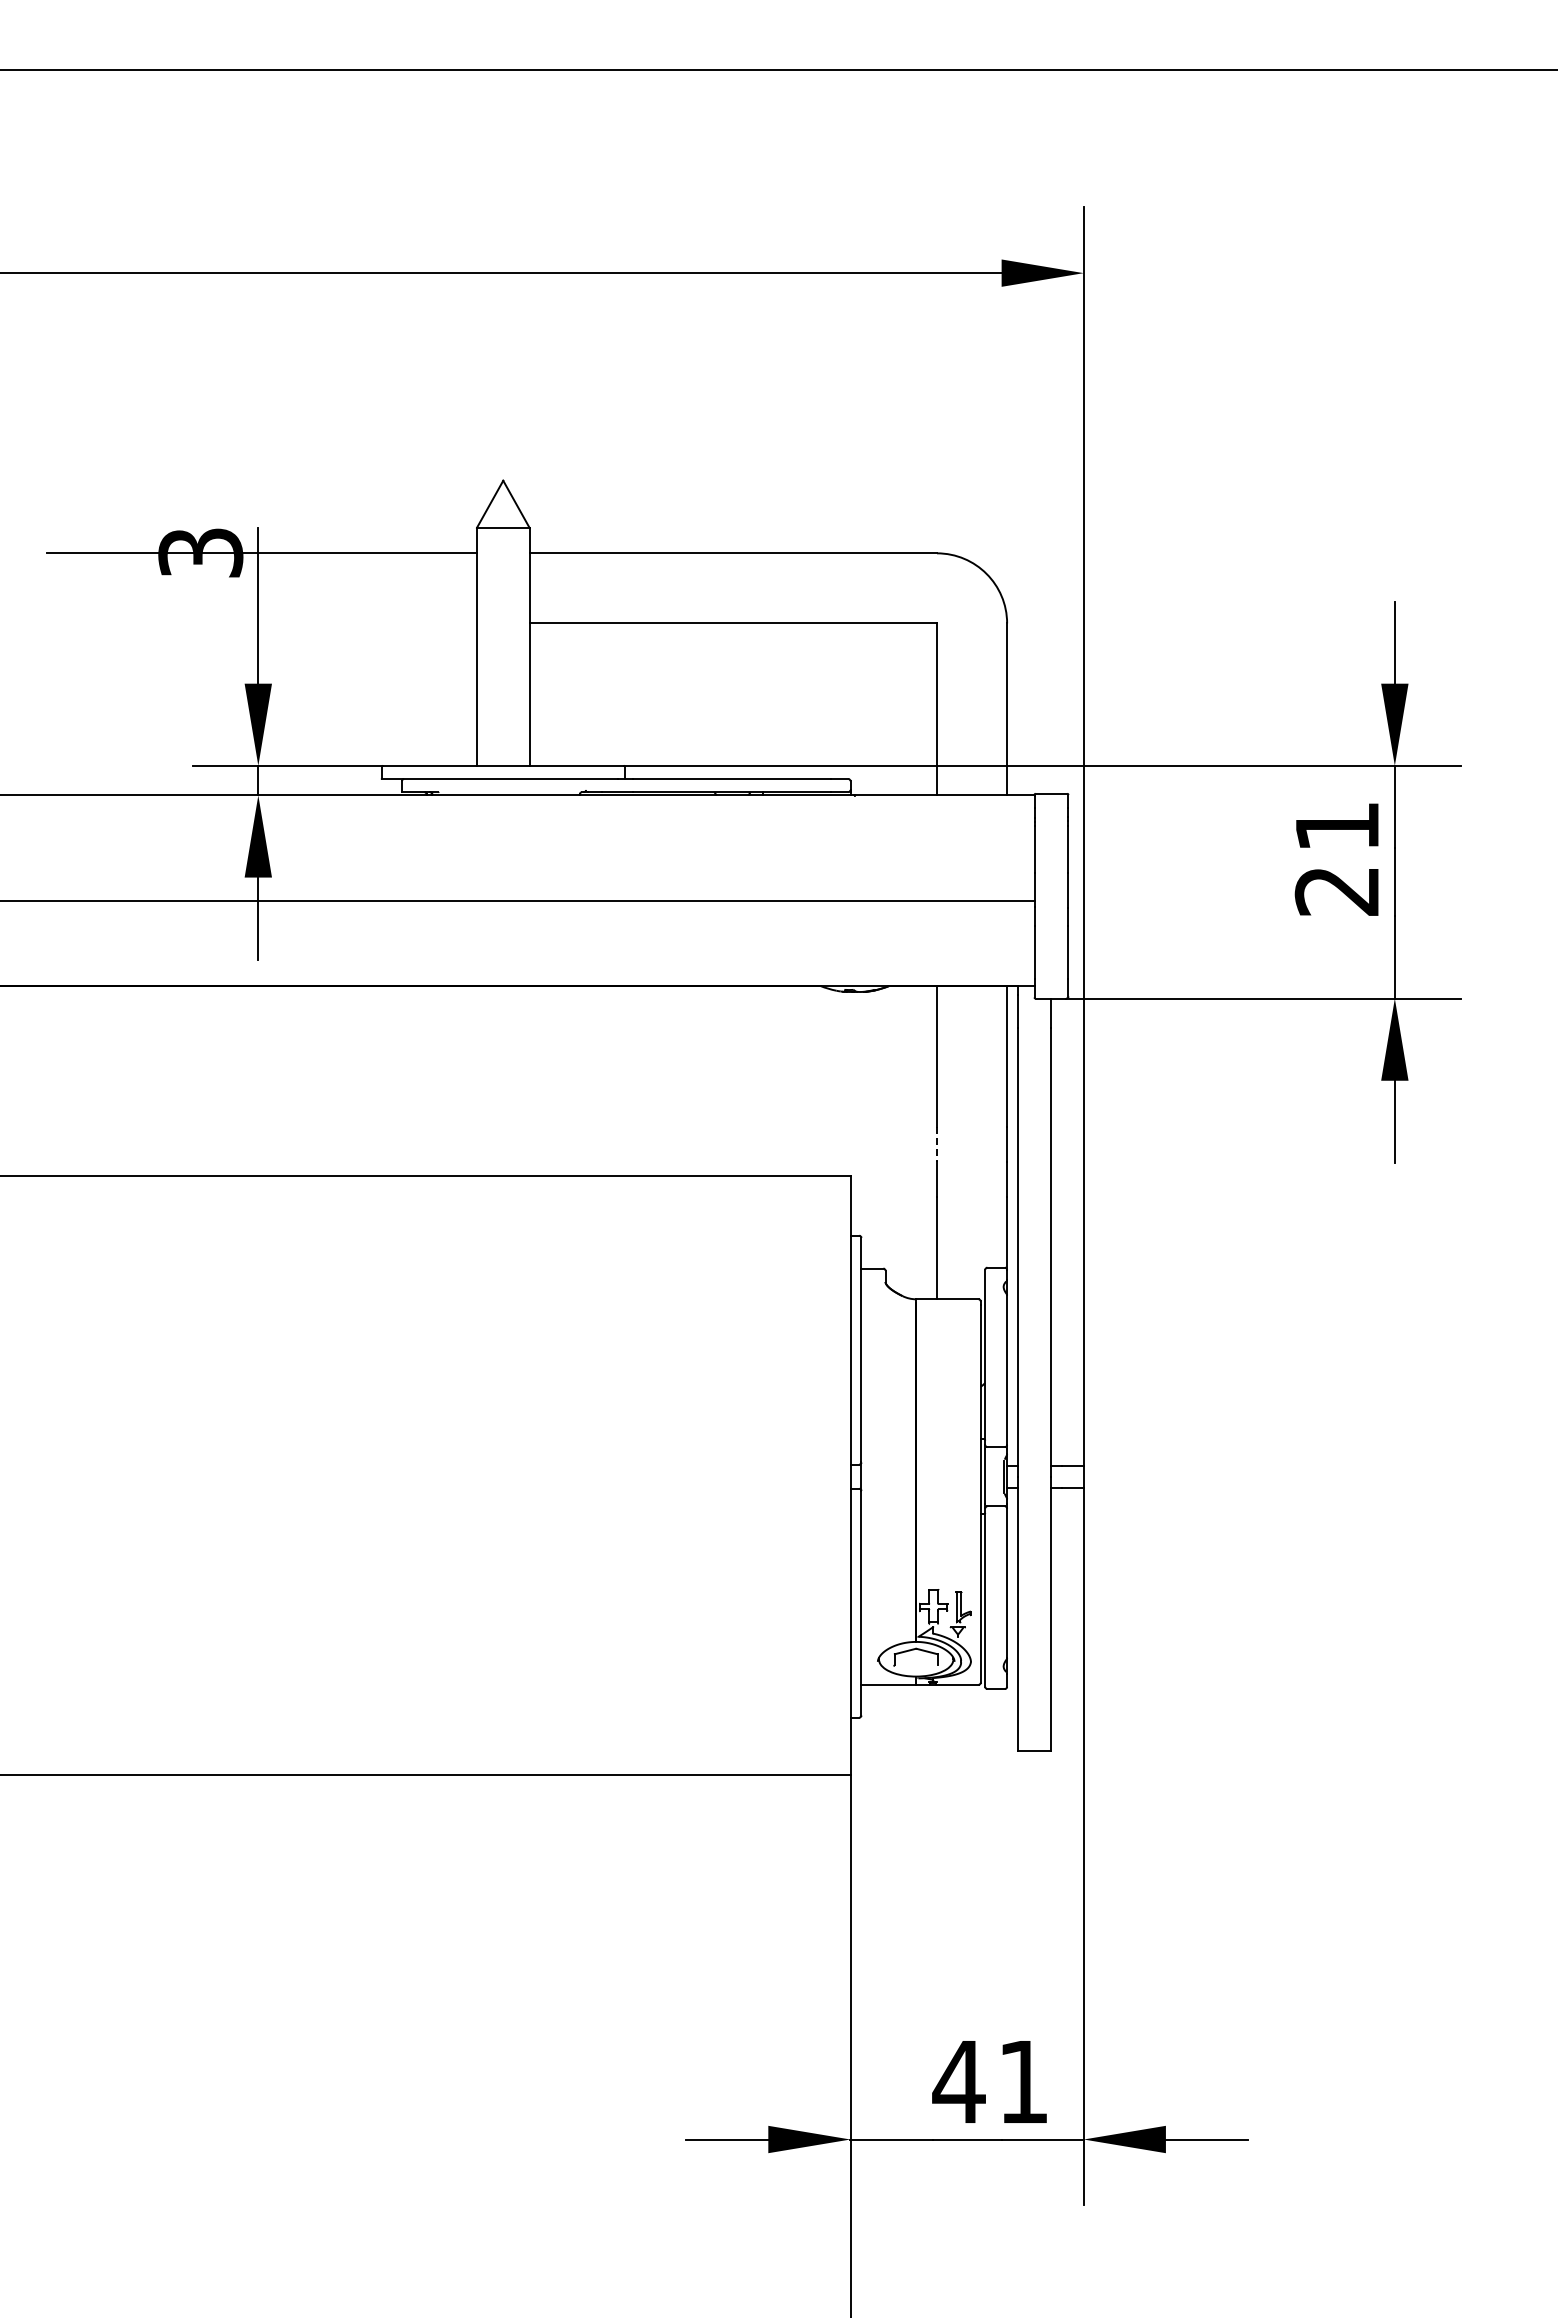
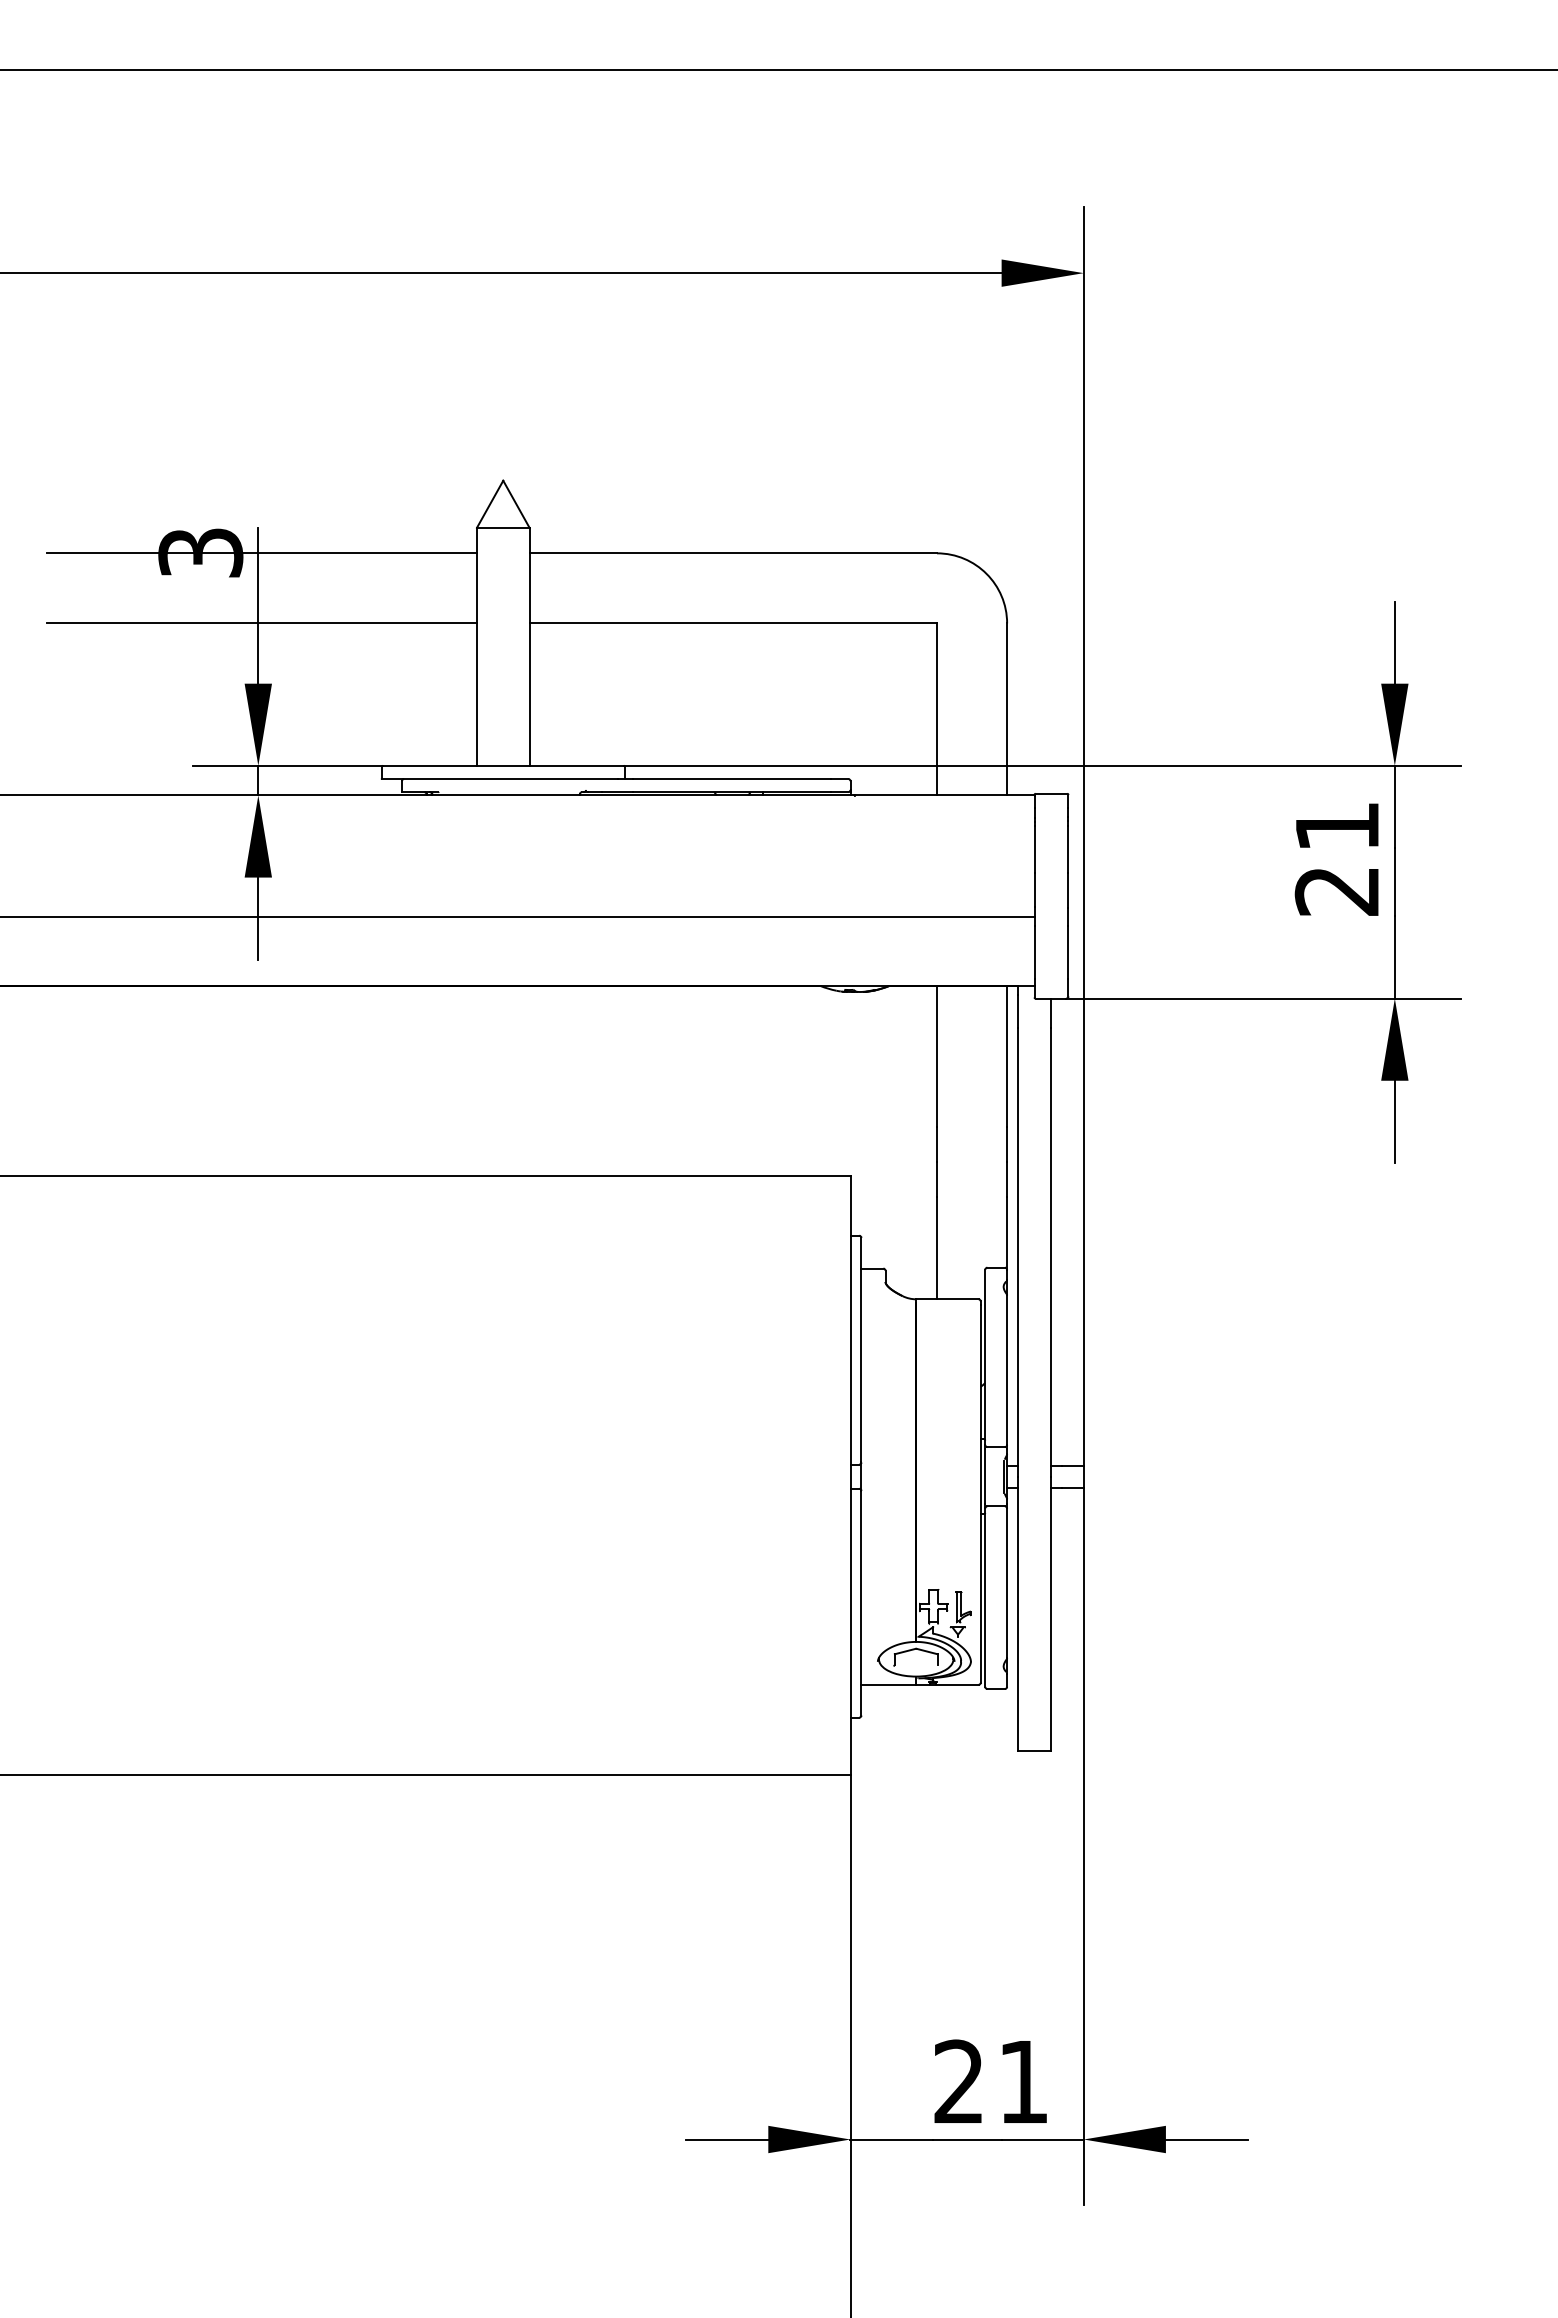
line at (261, 623): none -> present
line at (518, 901) position: (518, 901) -> (518, 917)
line at (937, 1144): dashed -> solid
text at (958, 2080): 41 -> 21
